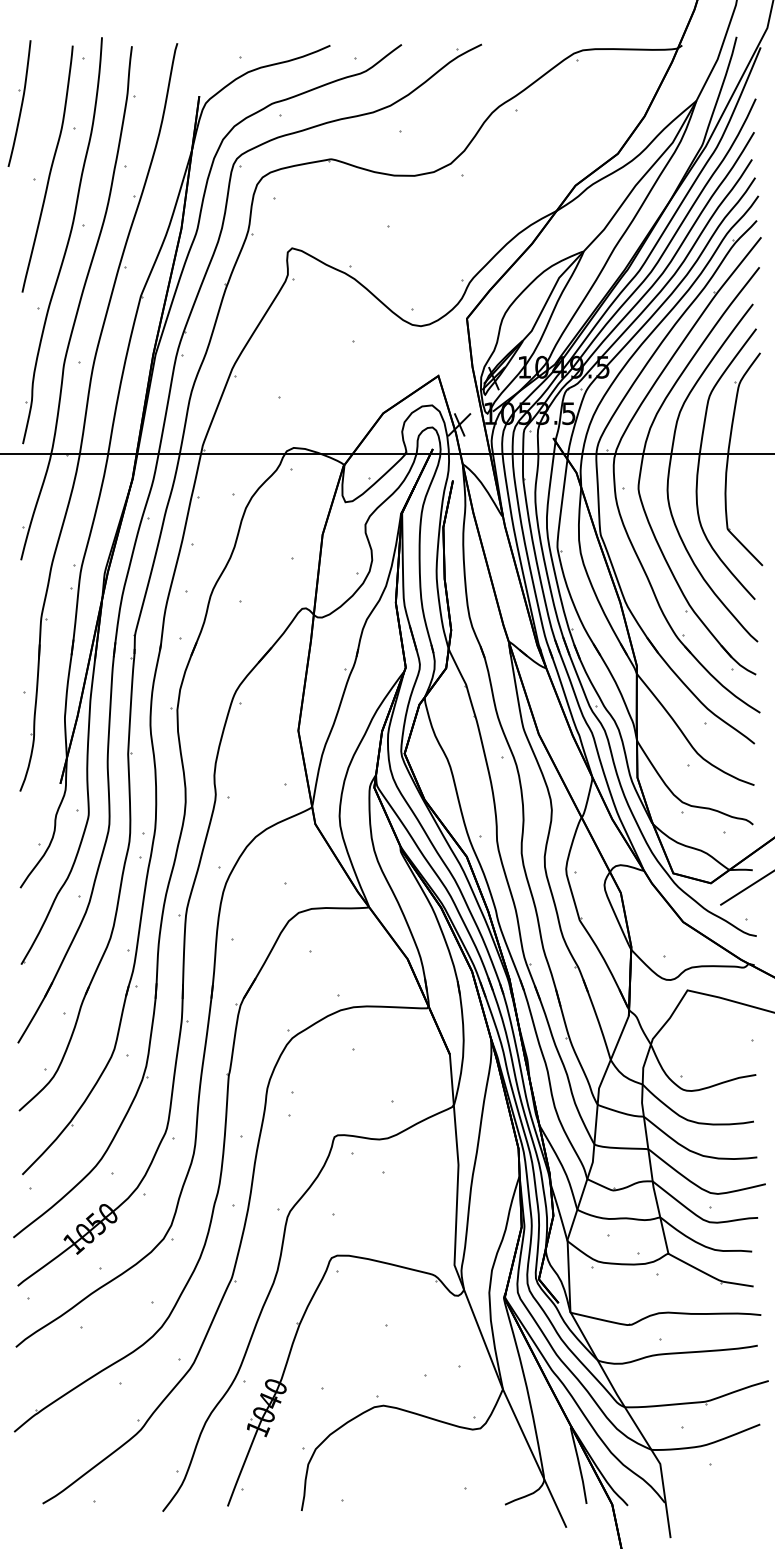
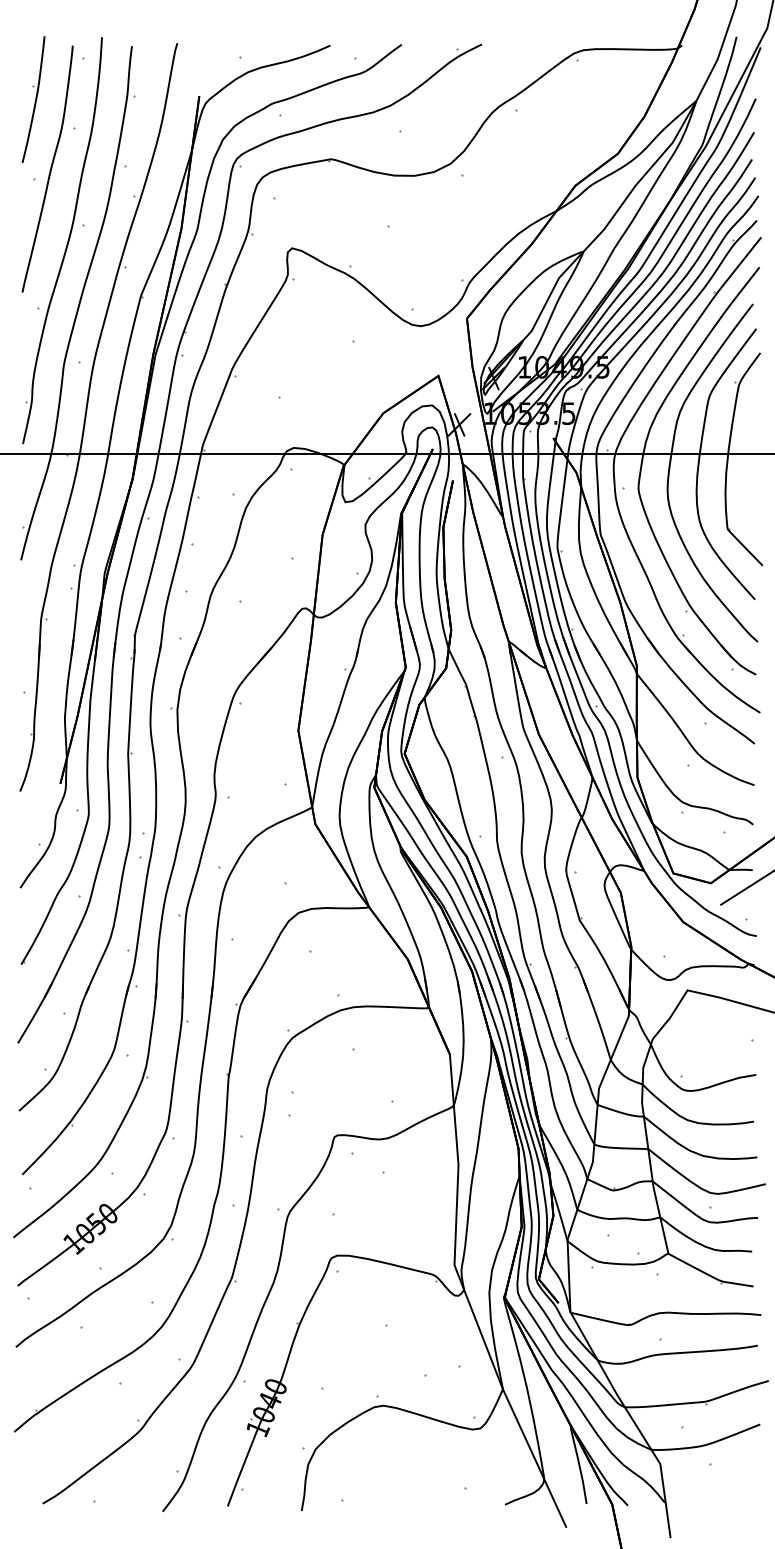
part at (19, 103) position: (19, 103) -> (33, 99)
